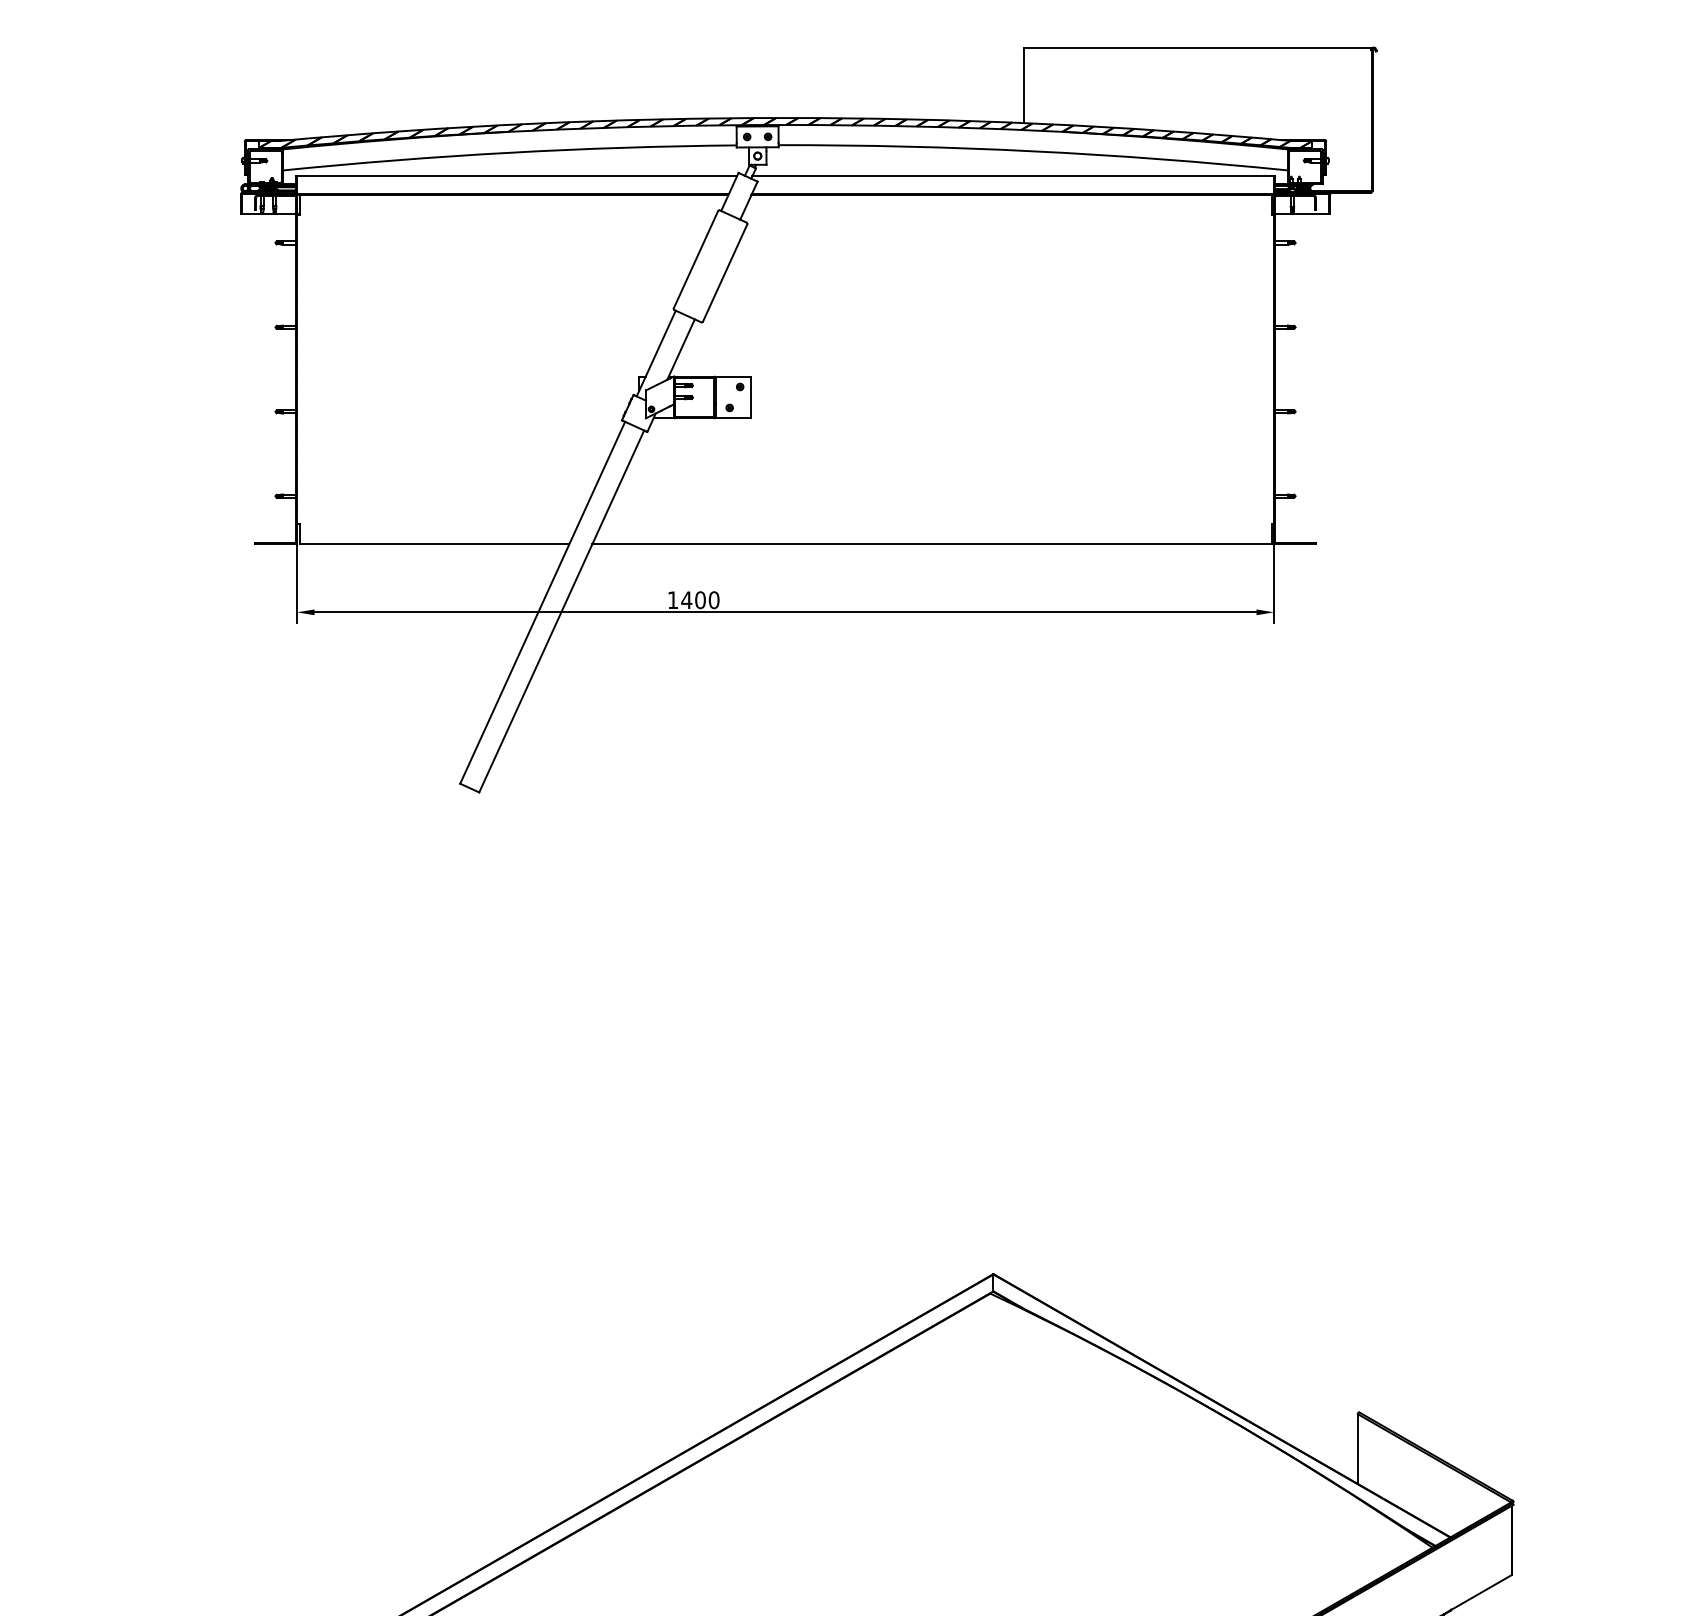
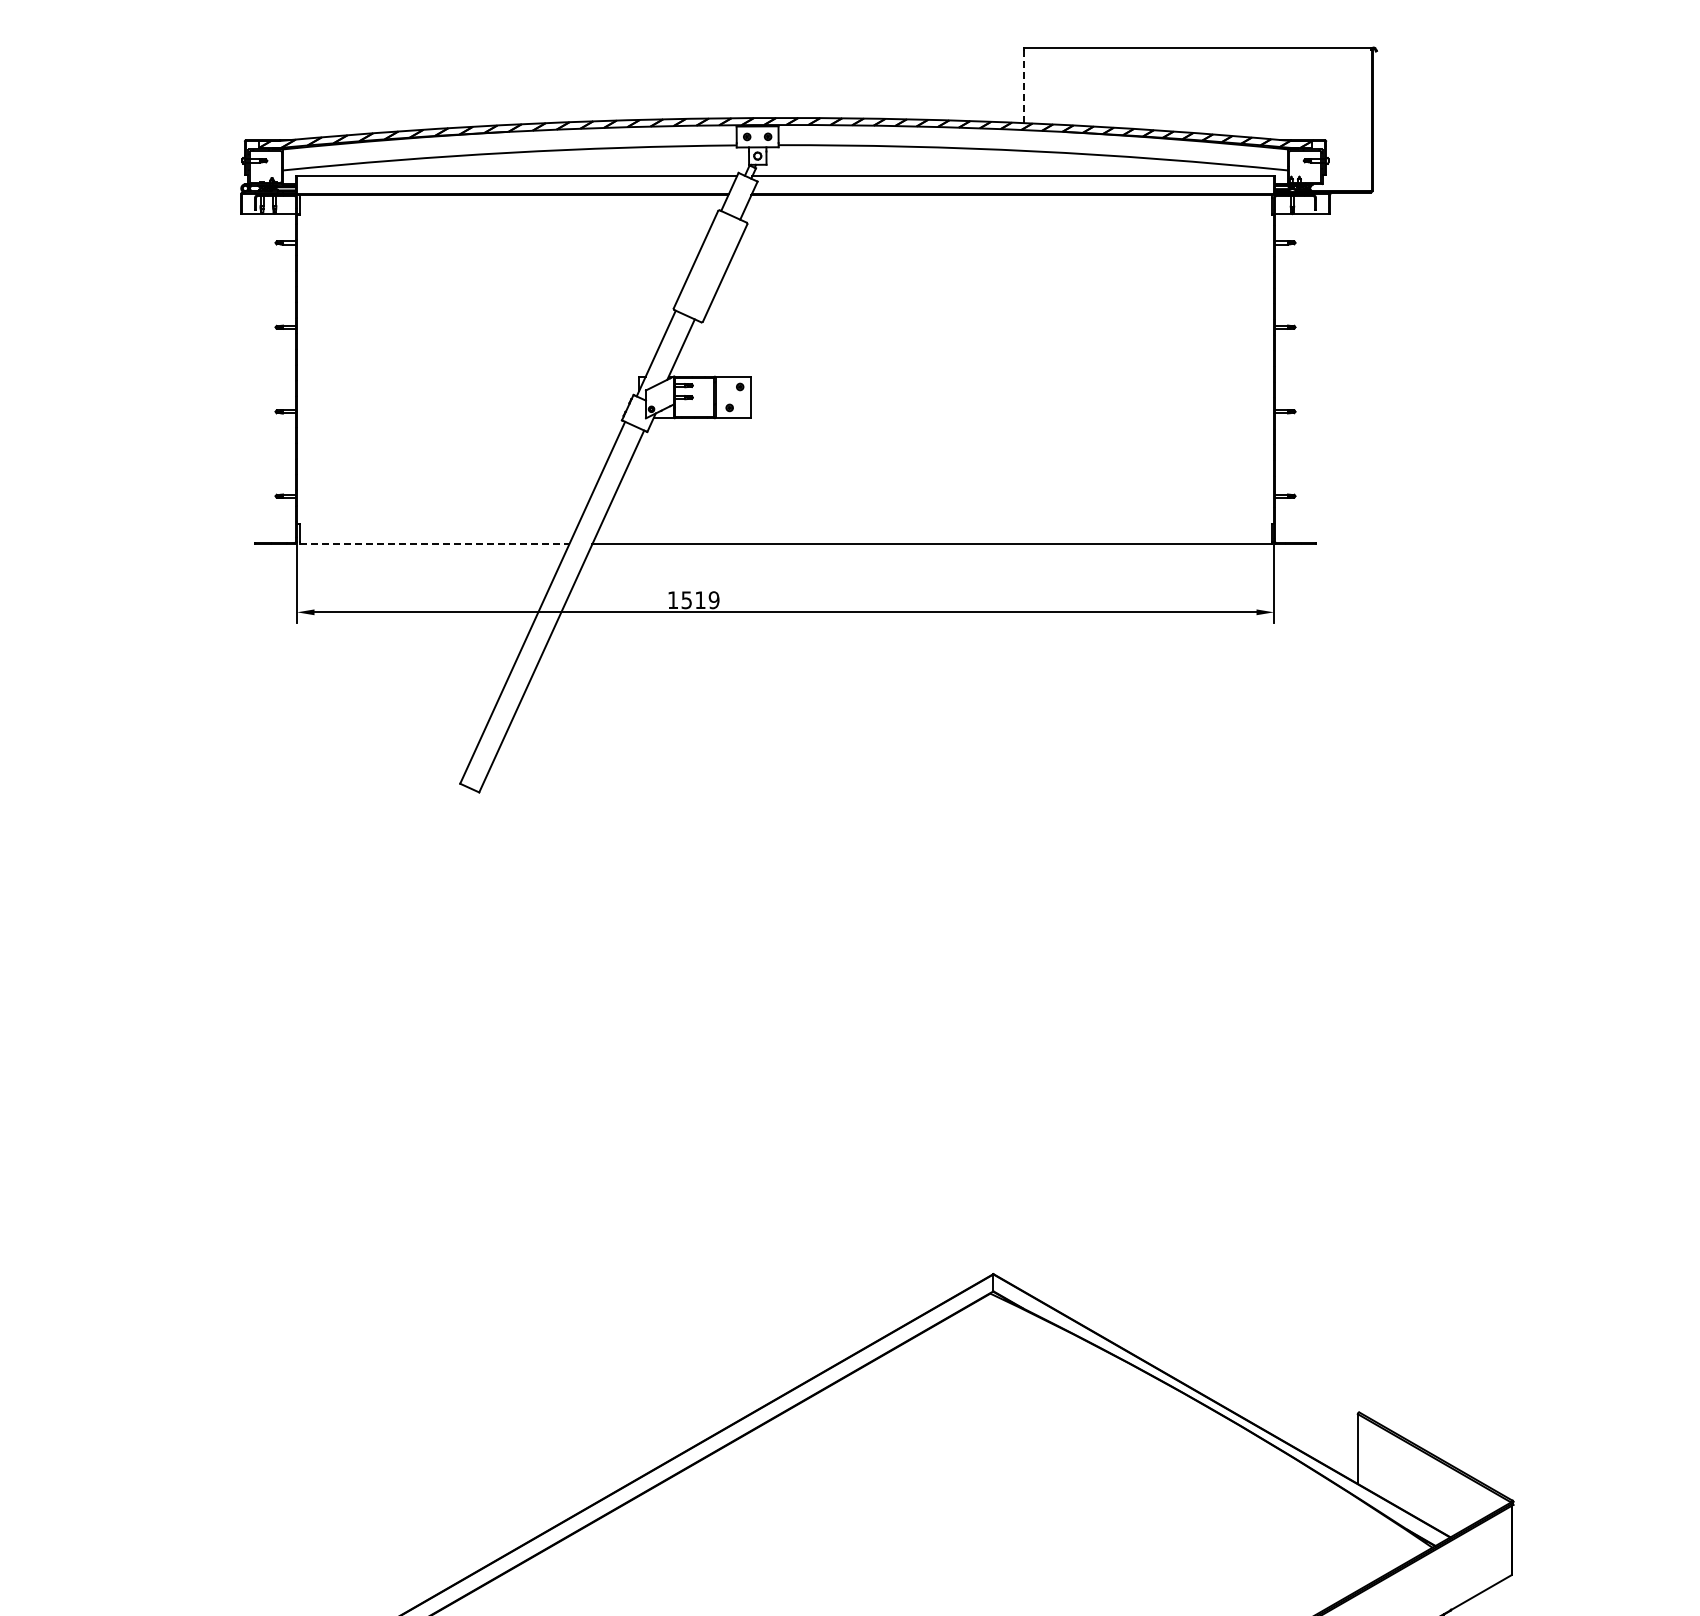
line at (1023, 86): solid -> dashed
line at (434, 544): solid -> dashed
text at (700, 600): 1400 -> 1519
